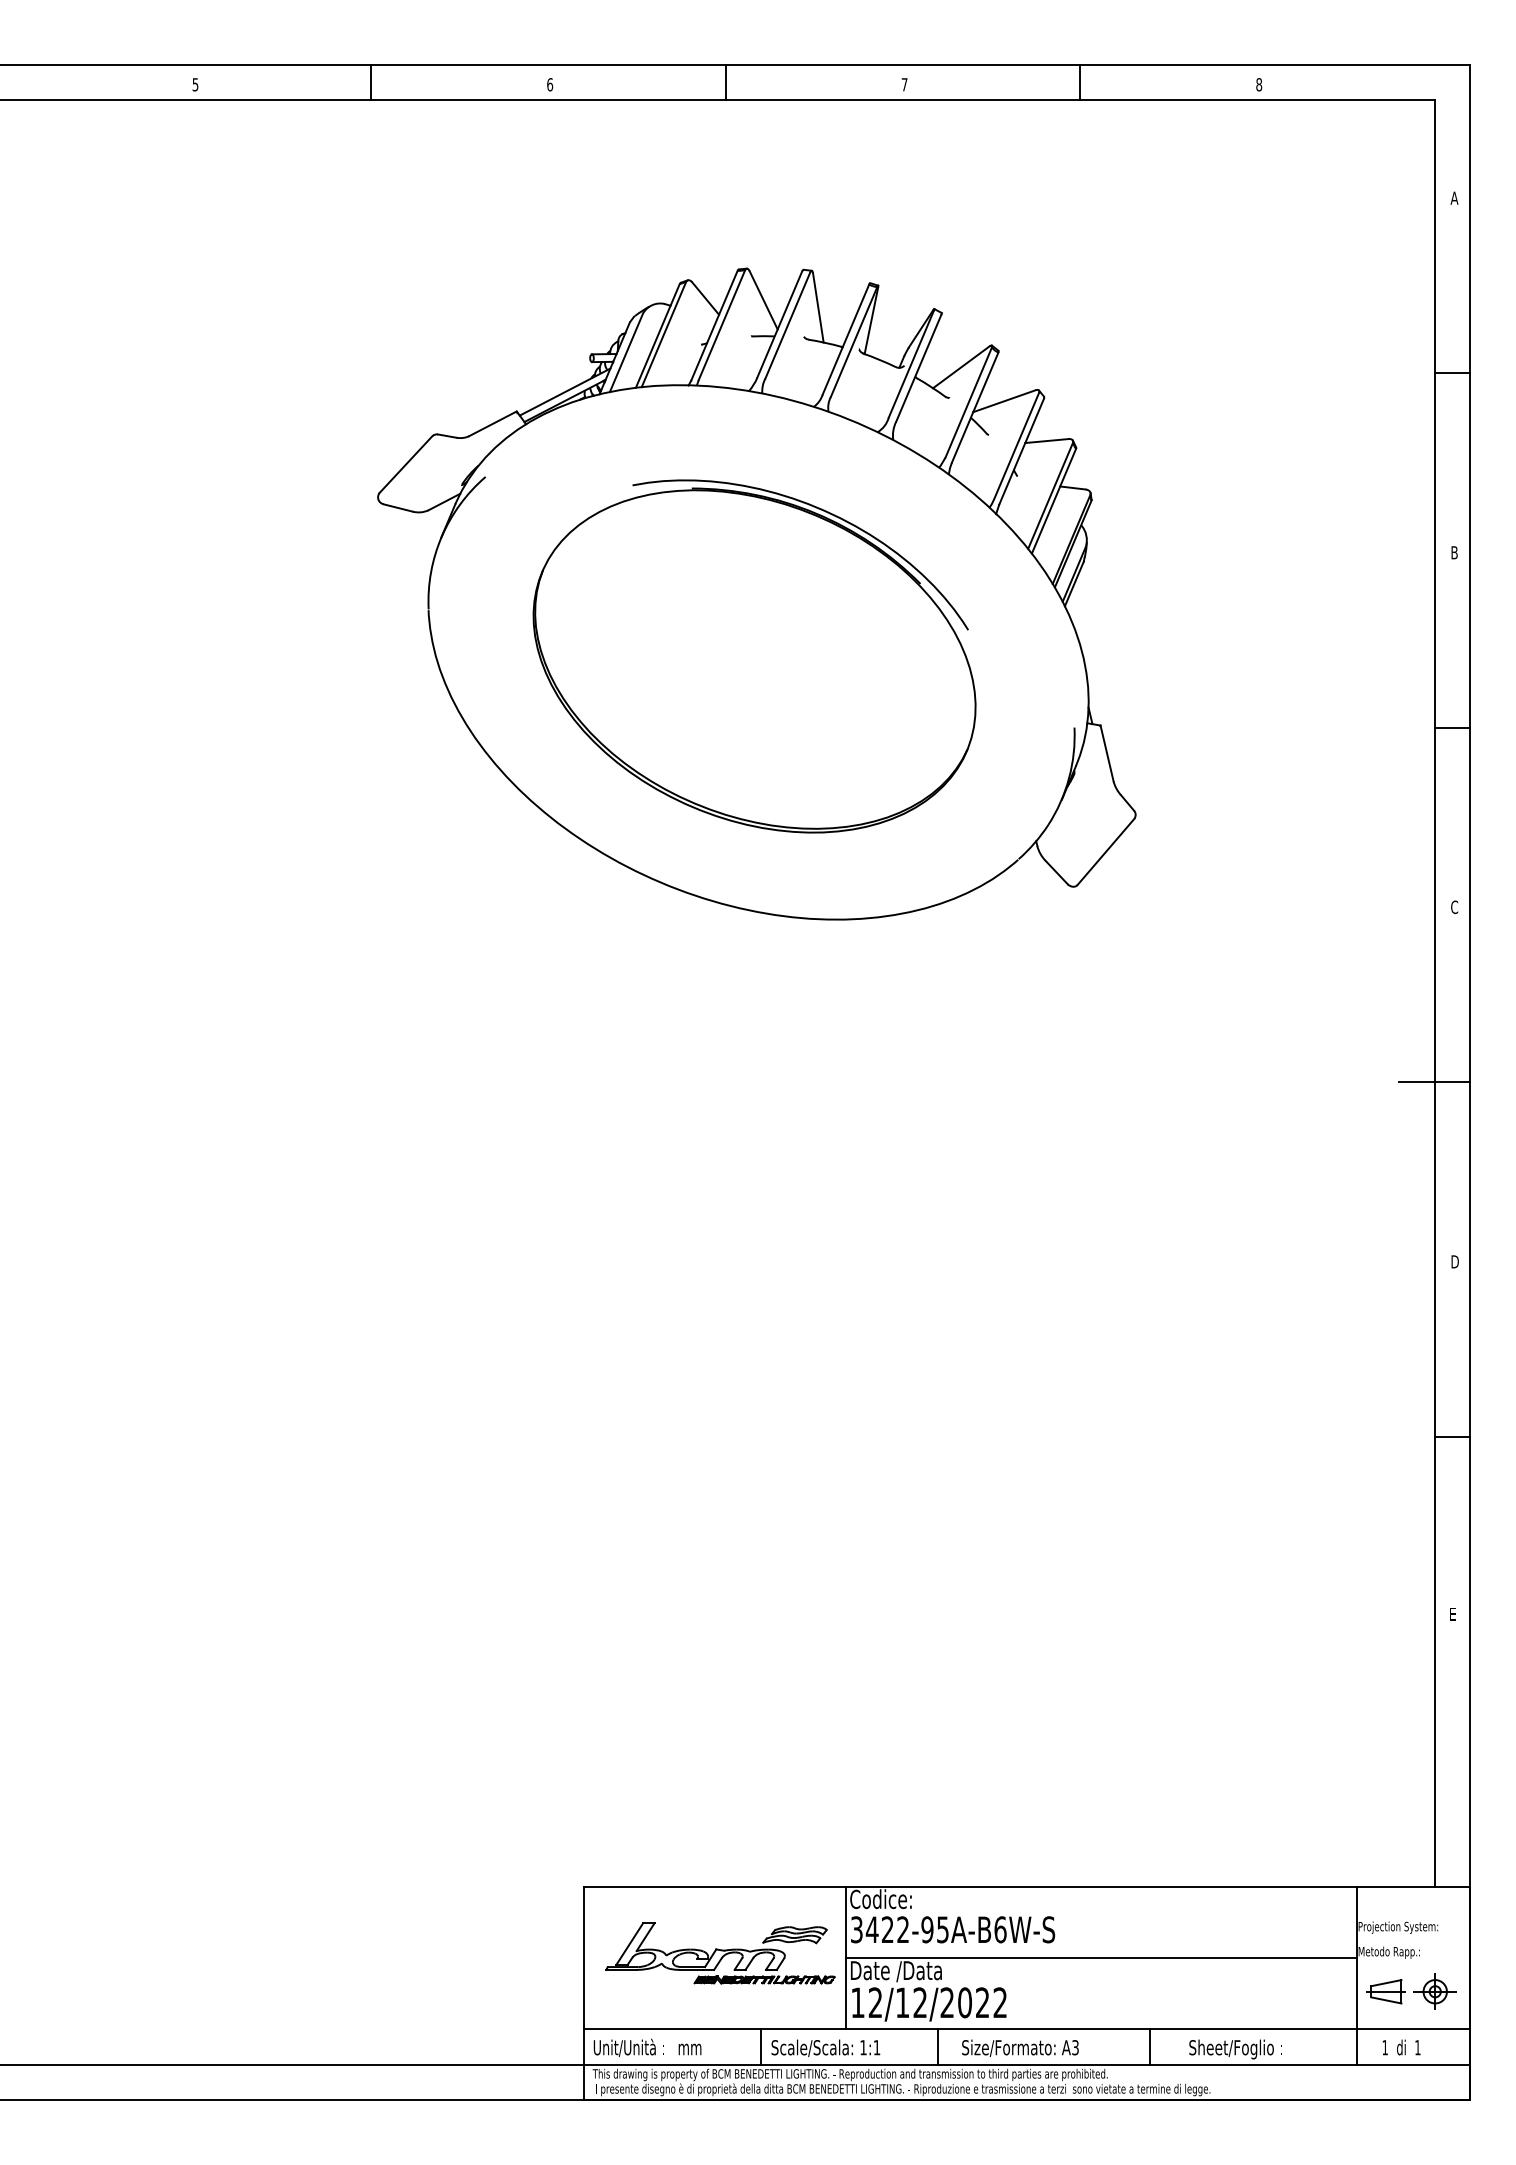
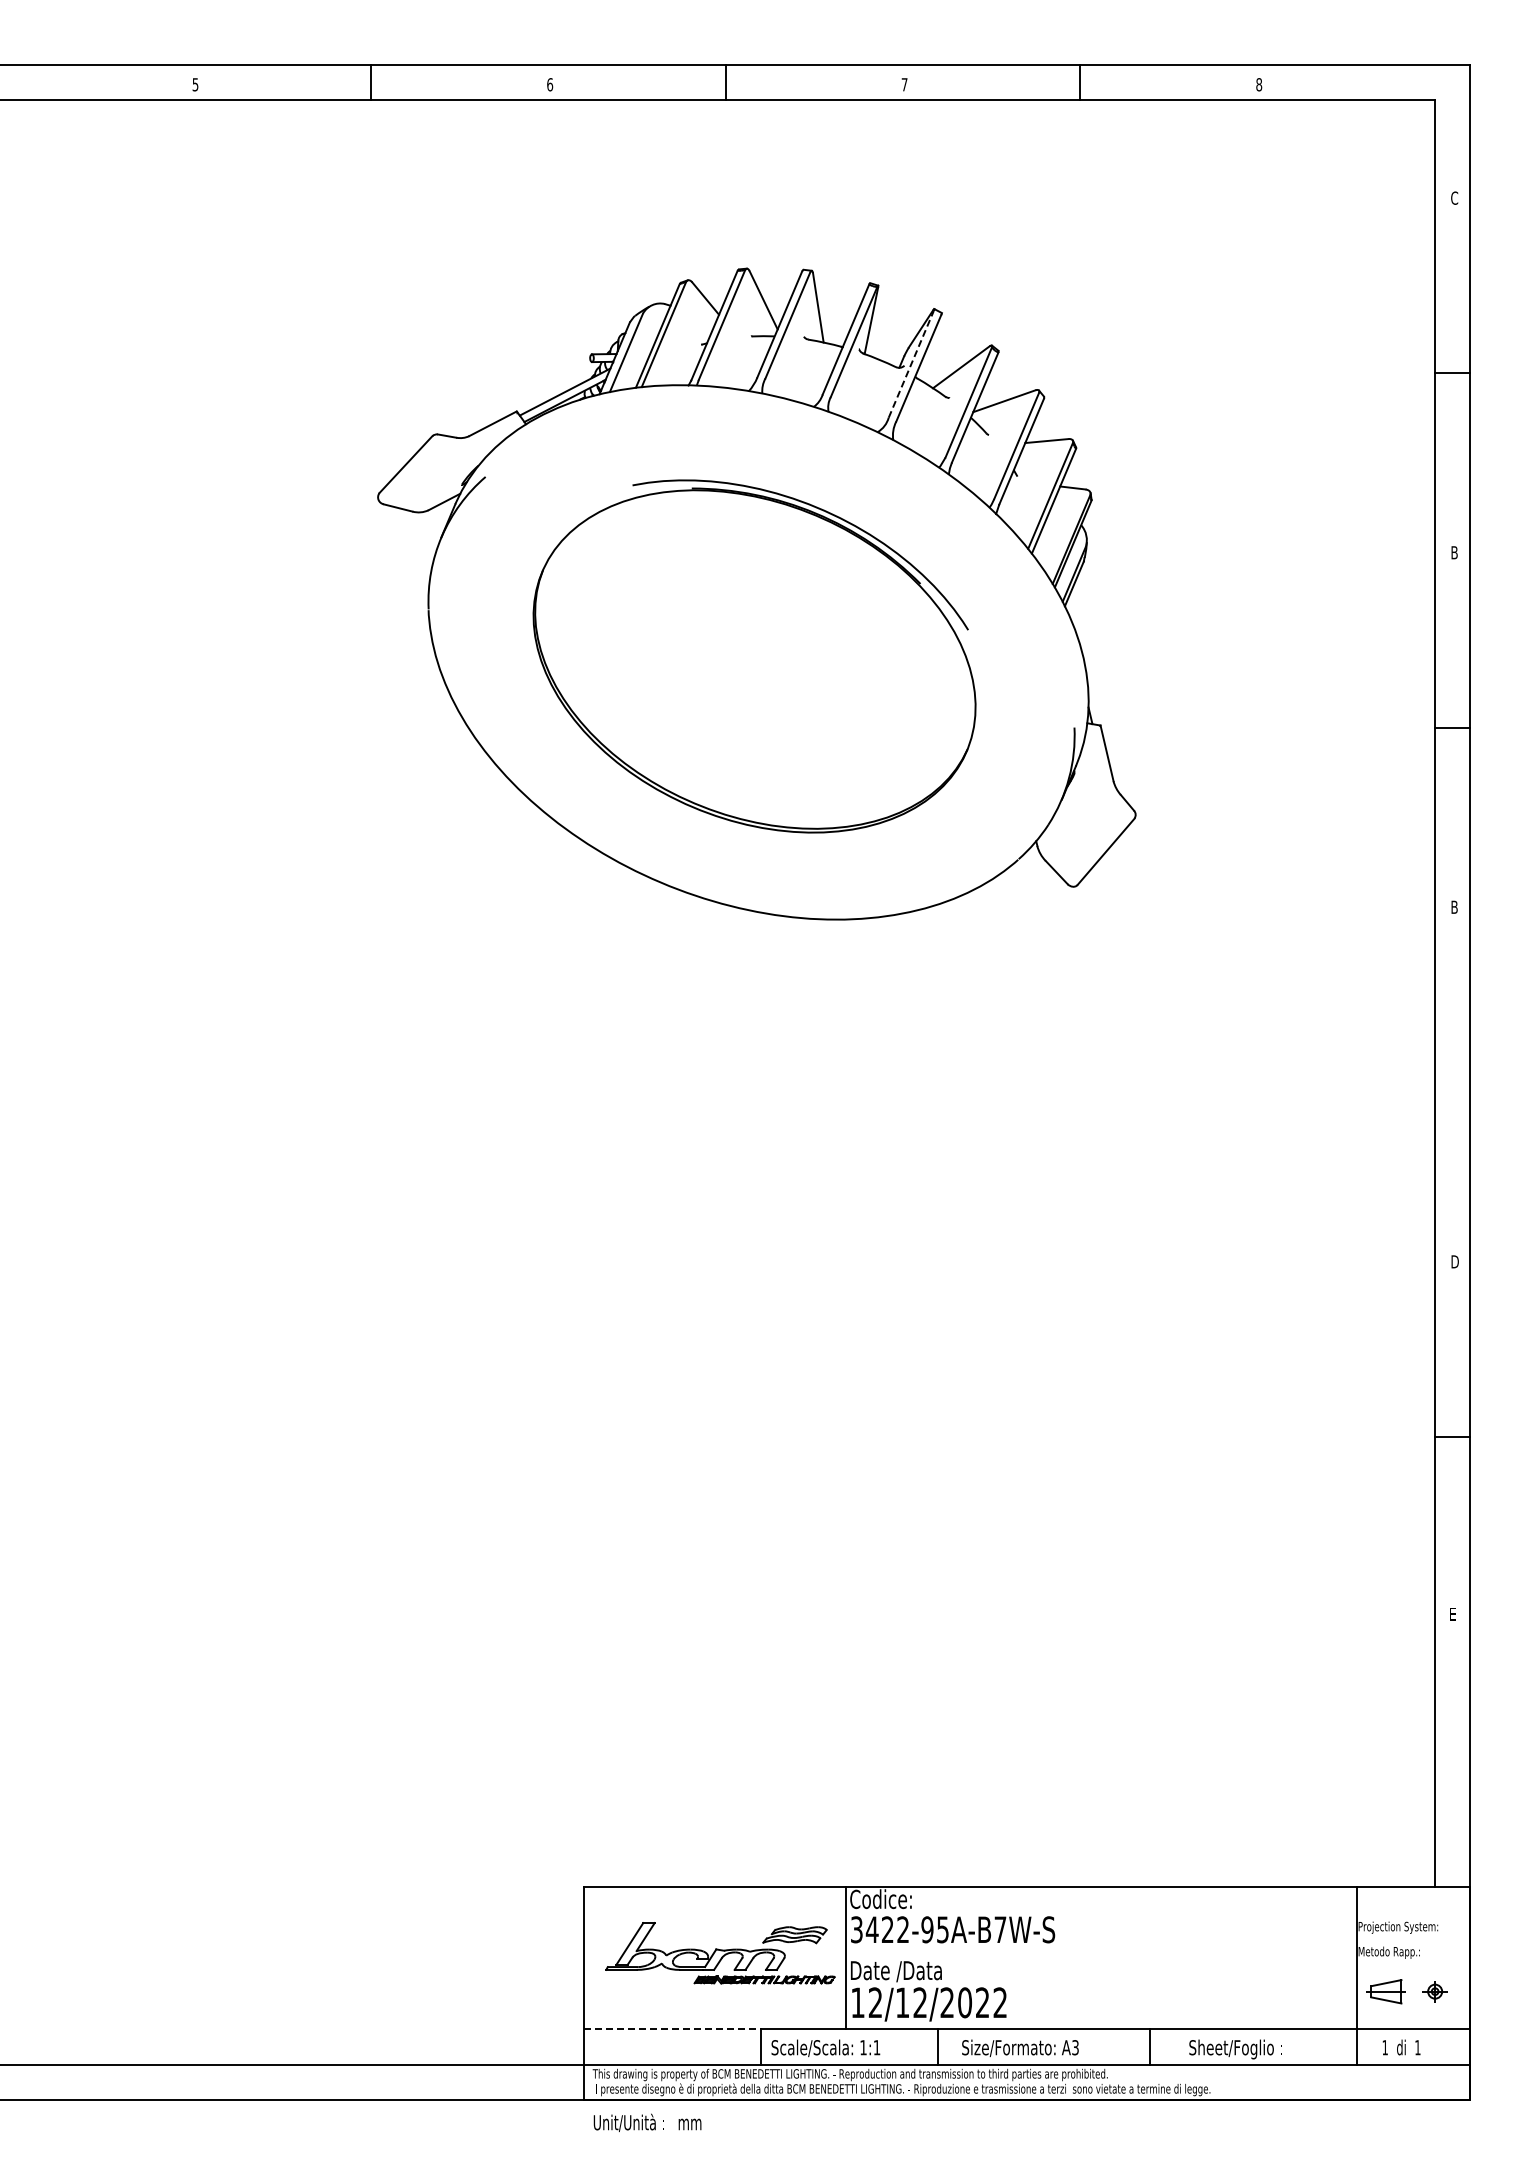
text at (1454, 197): A -> C
line at (911, 364): solid -> dashed
text at (1454, 907): C -> B
line at (1434, 1082): present -> none
text at (1000, 1929): 3422-95A-B6W-S -> 3422-95A-B7W-S
line at (1101, 1958): present -> none
part at (1434, 1991) size: 44x37 px -> 26x22 px
line at (672, 2029): solid -> dashed
text at (647, 2047) position: (647, 2047) -> (647, 2122)
